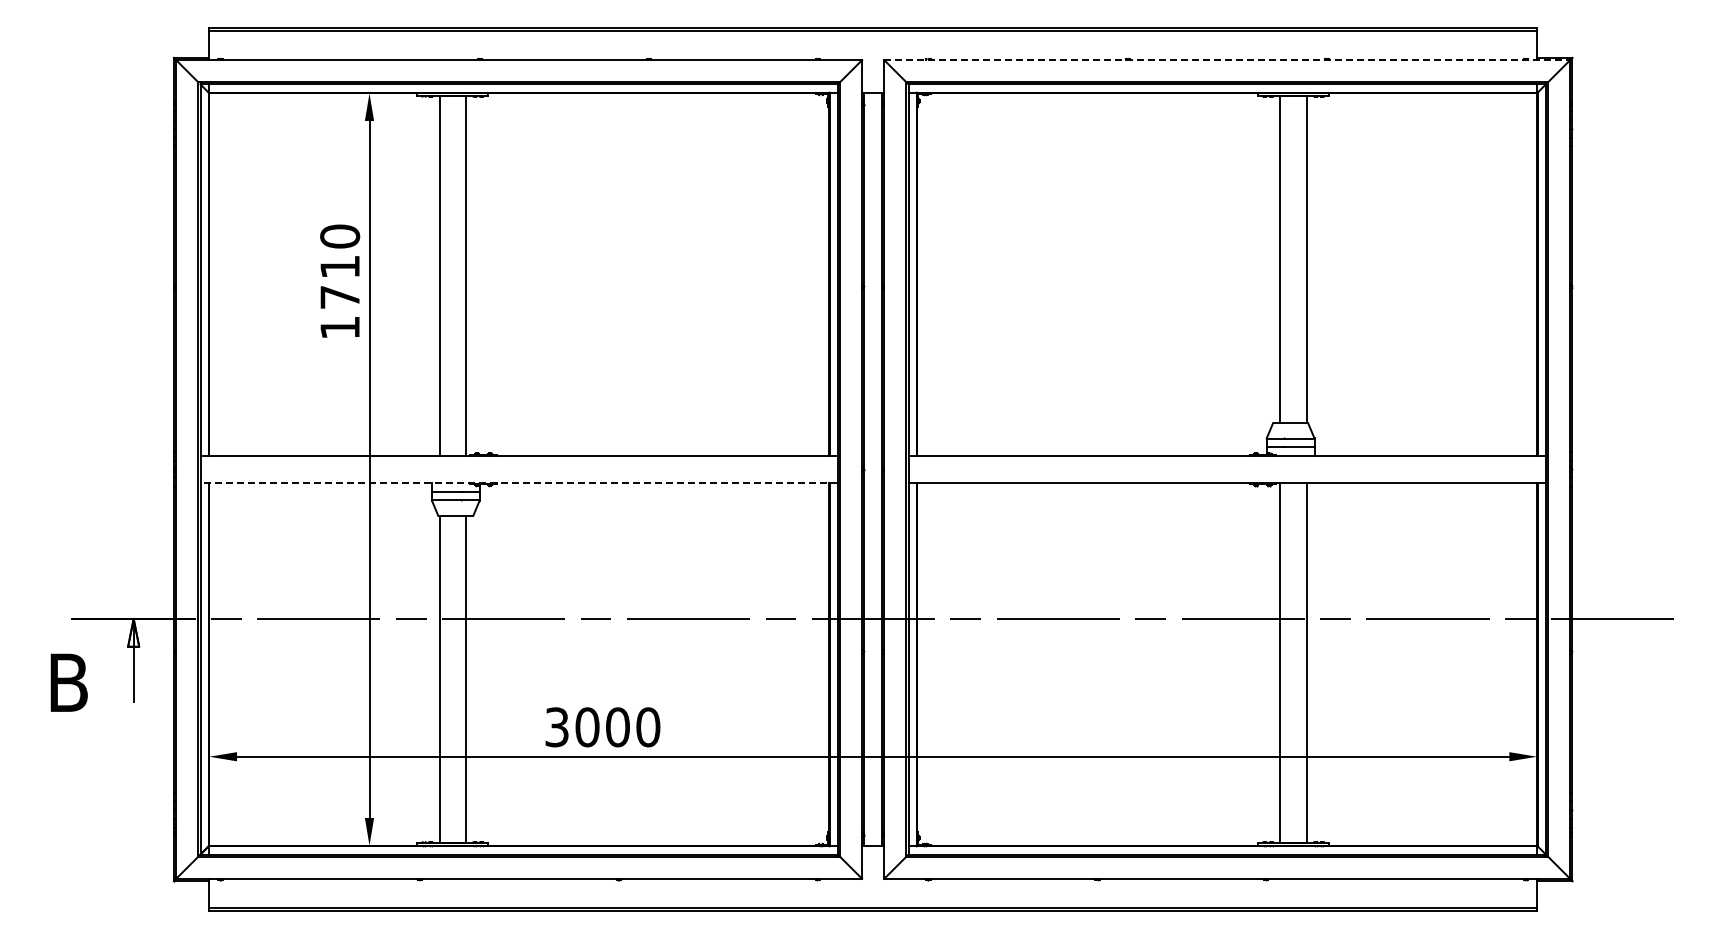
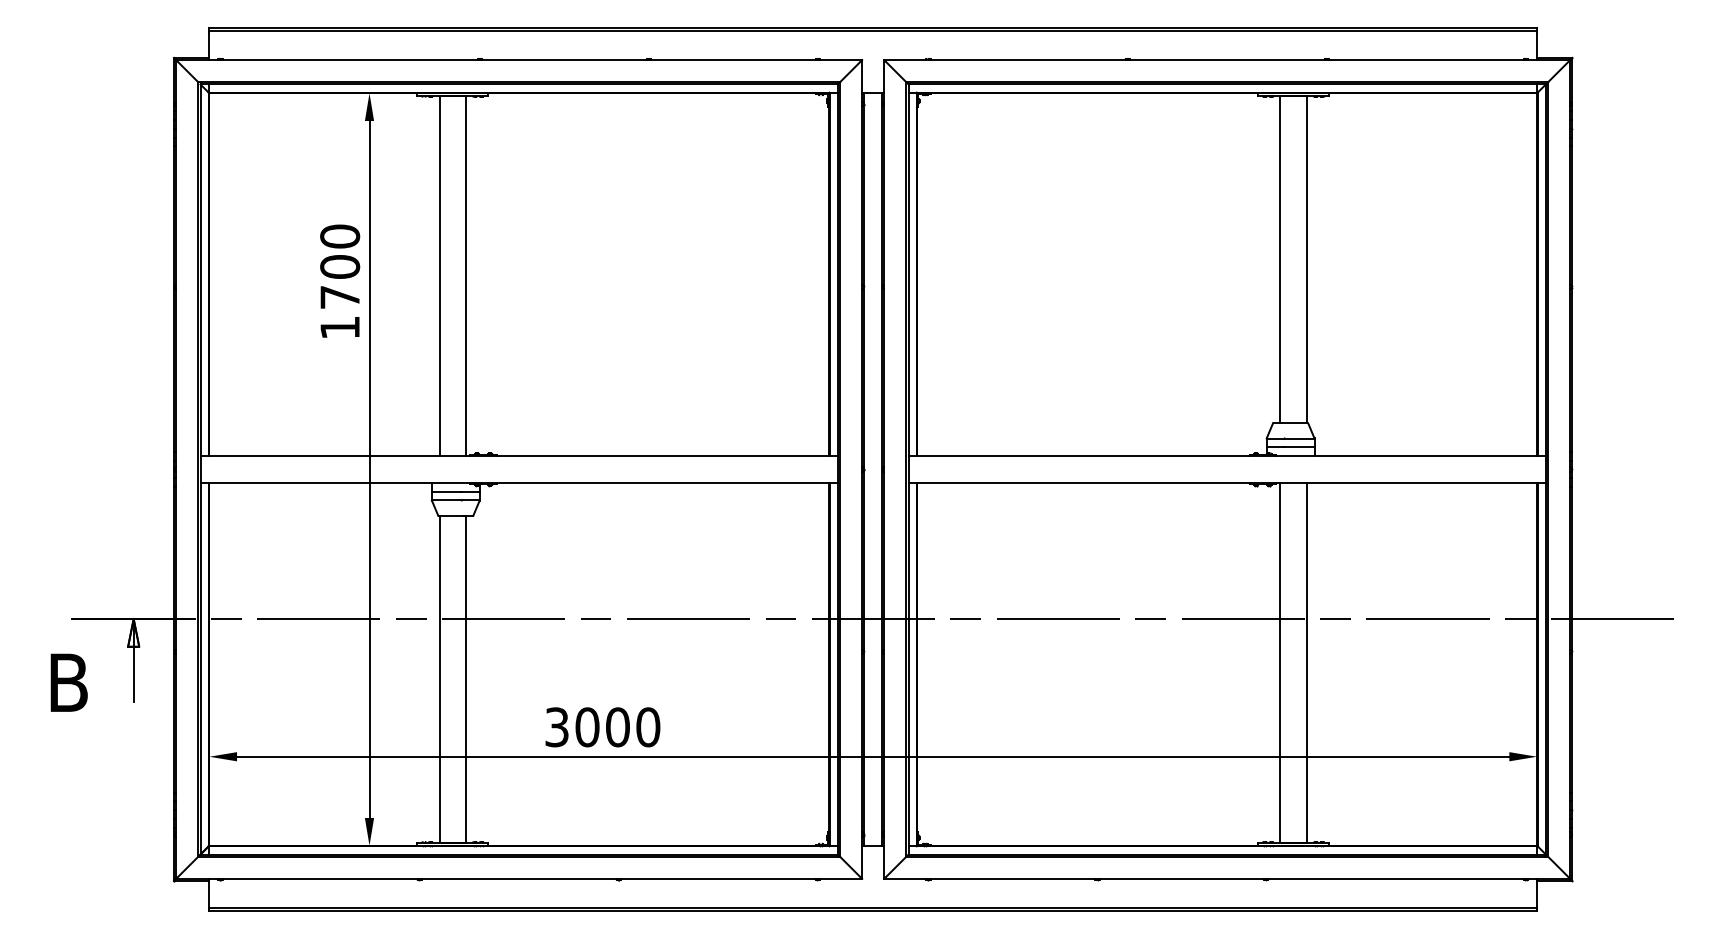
line at (1227, 60): dashed -> solid
text at (340, 266): 1710 -> 1700
line at (519, 482): dashed -> solid
